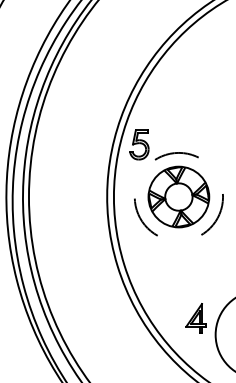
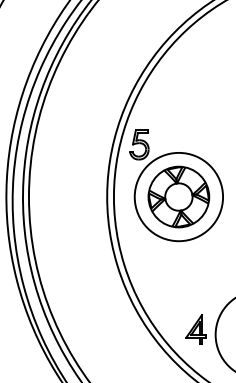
circle at (178, 196): dashed -> solid
part at (195, 318) position: (195, 318) -> (195, 329)
